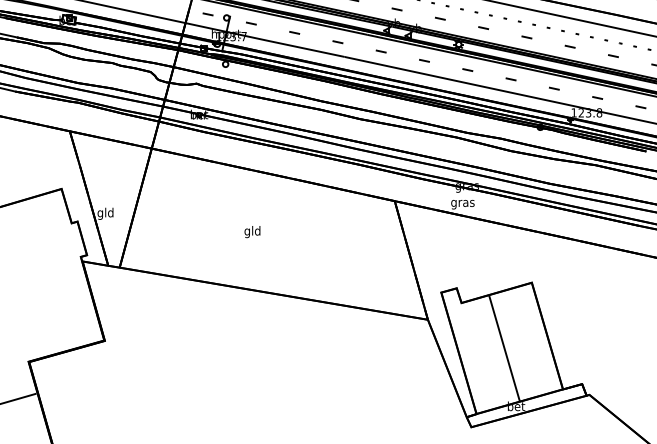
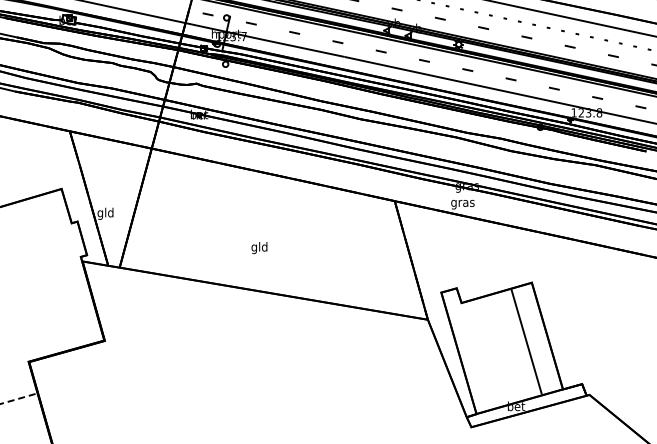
text at (252, 232) position: (252, 232) -> (259, 248)
line at (504, 348) position: (504, 348) -> (526, 341)
line at (17, 399): solid -> dashed
